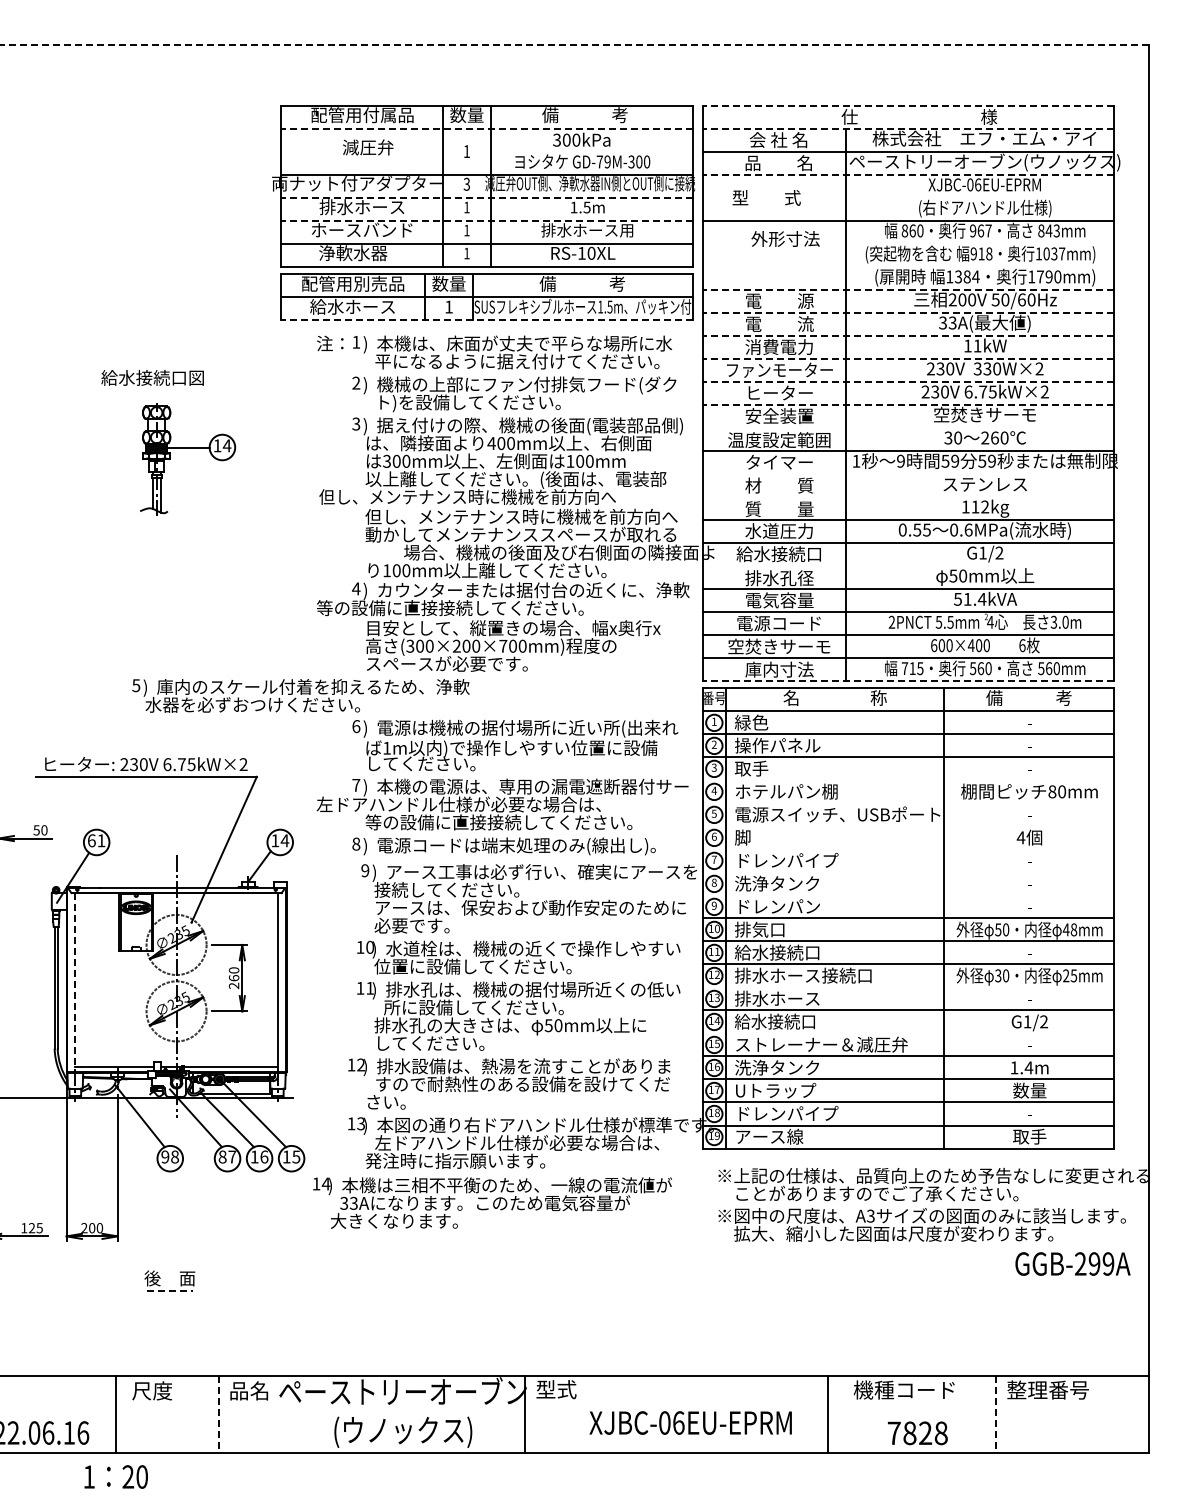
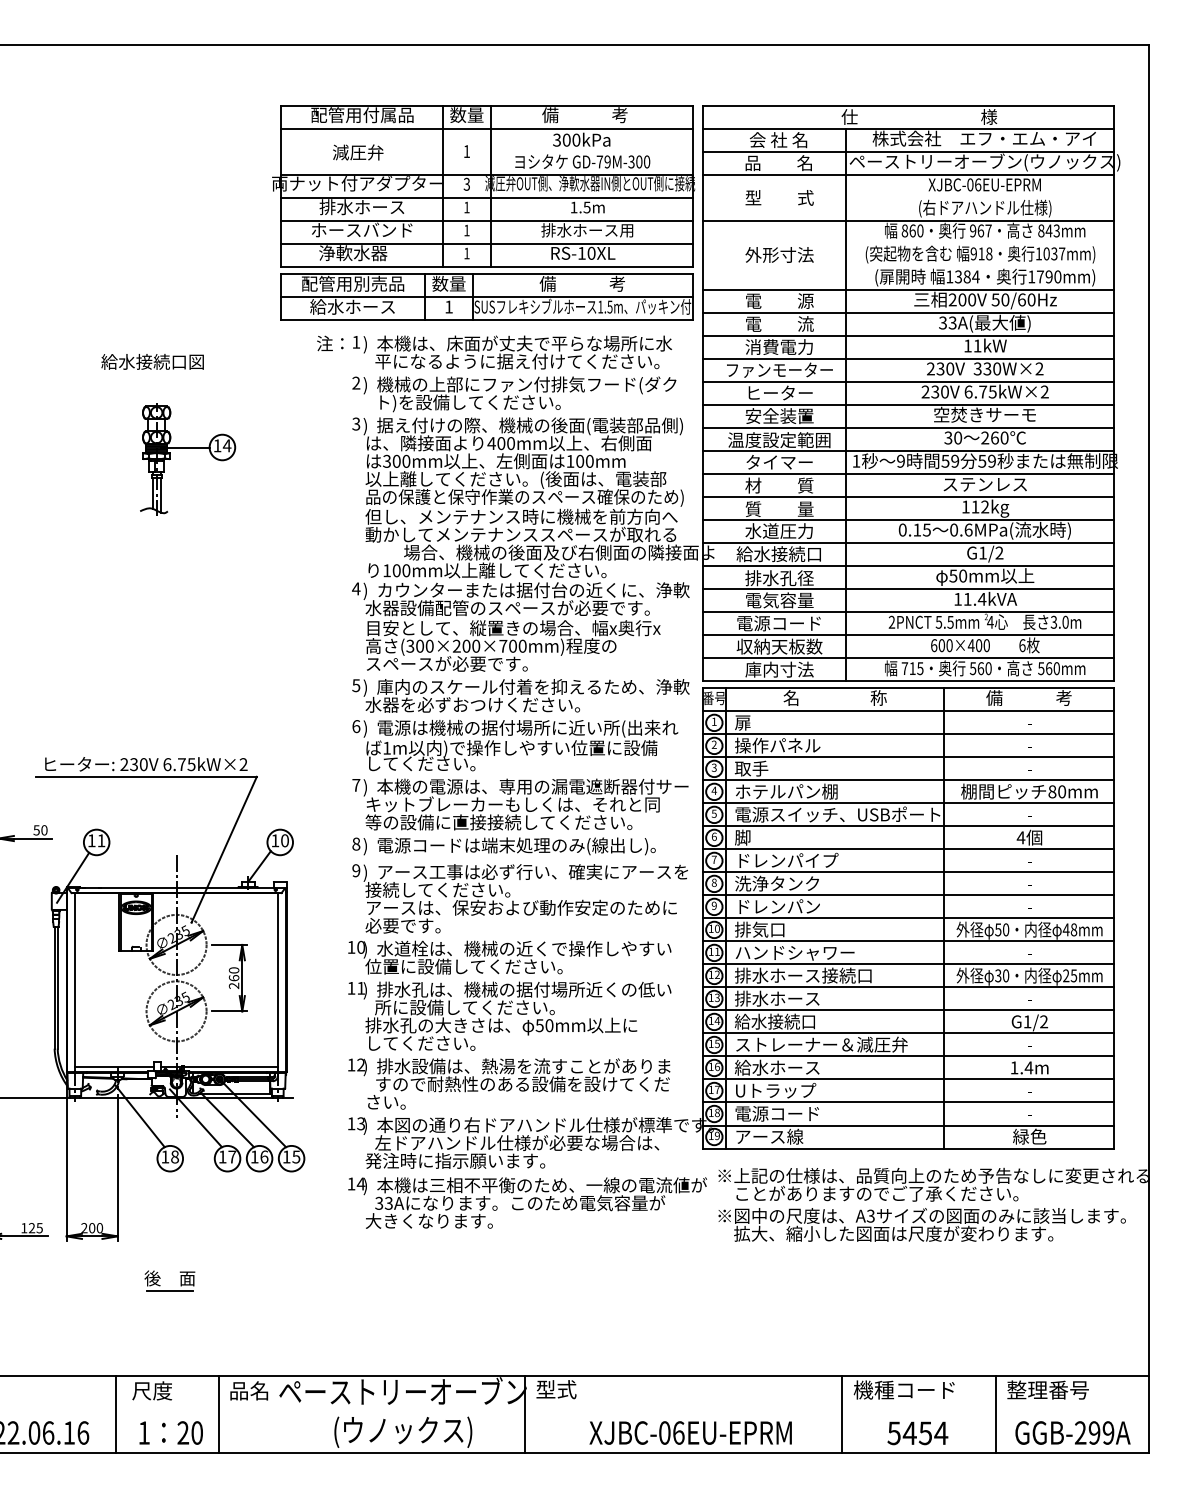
line at (574, 44): dashed -> solid
line at (908, 105): dashed -> solid
line at (486, 128): dashed -> solid
line at (908, 128): dashed -> solid
text at (368, 147) position: (368, 147) -> (358, 152)
line at (908, 174): dashed -> solid
line at (486, 197): dashed -> solid
text at (766, 197) position: (766, 197) -> (779, 197)
line at (486, 220): dashed -> solid
text at (785, 238) position: (785, 238) -> (779, 254)
line at (908, 289): dashed -> solid
line at (908, 312): dashed -> solid
line at (486, 320): dashed -> solid
line at (908, 335): dashed -> solid
line at (908, 358): dashed -> solid
text at (152, 377) position: (152, 377) -> (152, 361)
line at (908, 381): dashed -> solid
line at (908, 404): dashed -> solid
line at (908, 427): none -> present
line at (908, 473): none -> present
line at (908, 496): none -> present
text at (501, 497): 但し、メンテナンス時に機械を前方向へ -> 品の保護と保守作業のスペース確保のため)
text at (917, 529): 0.55 -> 0.15
line at (908, 565): none -> present
text at (957, 599): 51.4kVA -> 11.4kVA
text at (483, 608): 等の設備に直接接続してください。 -> 水器設備配管のスペースが必要です。
text at (779, 646): 空焚きサーモ -> 収納天板数
line at (908, 680): dashed -> solid
text at (300, 695) position: (300, 695) -> (520, 695)
text at (751, 722): 緑色 -> 扉
line at (908, 780): none -> present
line at (908, 803): none -> present
text at (487, 804): 左ドアハンドル仕様が必要な場合は、 -> キットブレーカーもしくは、それと同
line at (908, 826): none -> present
text at (91, 840): 61 -> 11
text at (284, 840): 14 -> 10
line at (908, 849): none -> present
line at (908, 872): none -> present
line at (908, 895): none -> present
text at (794, 952): 給水接続口 -> ハンドシャワー
text at (526, 957) position: (526, 957) -> (517, 957)
line at (74, 983): dashed -> solid
line at (908, 987): none -> present
line at (908, 1033): none -> present
text at (776, 1067): 洗浄タンク -> 給水ホース
text at (1029, 1090): 数量 -> -
text at (786, 1113): ドレンパイプ -> 電源コード
text at (1029, 1136): 取手 -> 緑色
text at (165, 1156): 98 -> 18
text at (222, 1156): 87 -> 17
text at (492, 1202) position: (492, 1202) -> (527, 1202)
text at (1072, 1263) position: (1072, 1263) -> (1072, 1432)
line at (169, 1291): dashed -> solid
line at (218, 1414): dashed -> solid
line at (828, 1414) position: (828, 1414) -> (842, 1414)
line at (995, 1414): dashed -> solid
text at (690, 1422) position: (690, 1422) -> (690, 1432)
text at (917, 1433): 7828 -> 5454
text at (115, 1476) position: (115, 1476) -> (170, 1432)
